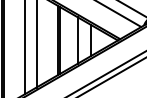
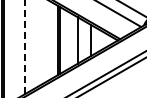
line at (36, 44): present -> none
line at (25, 47): solid -> dashed
